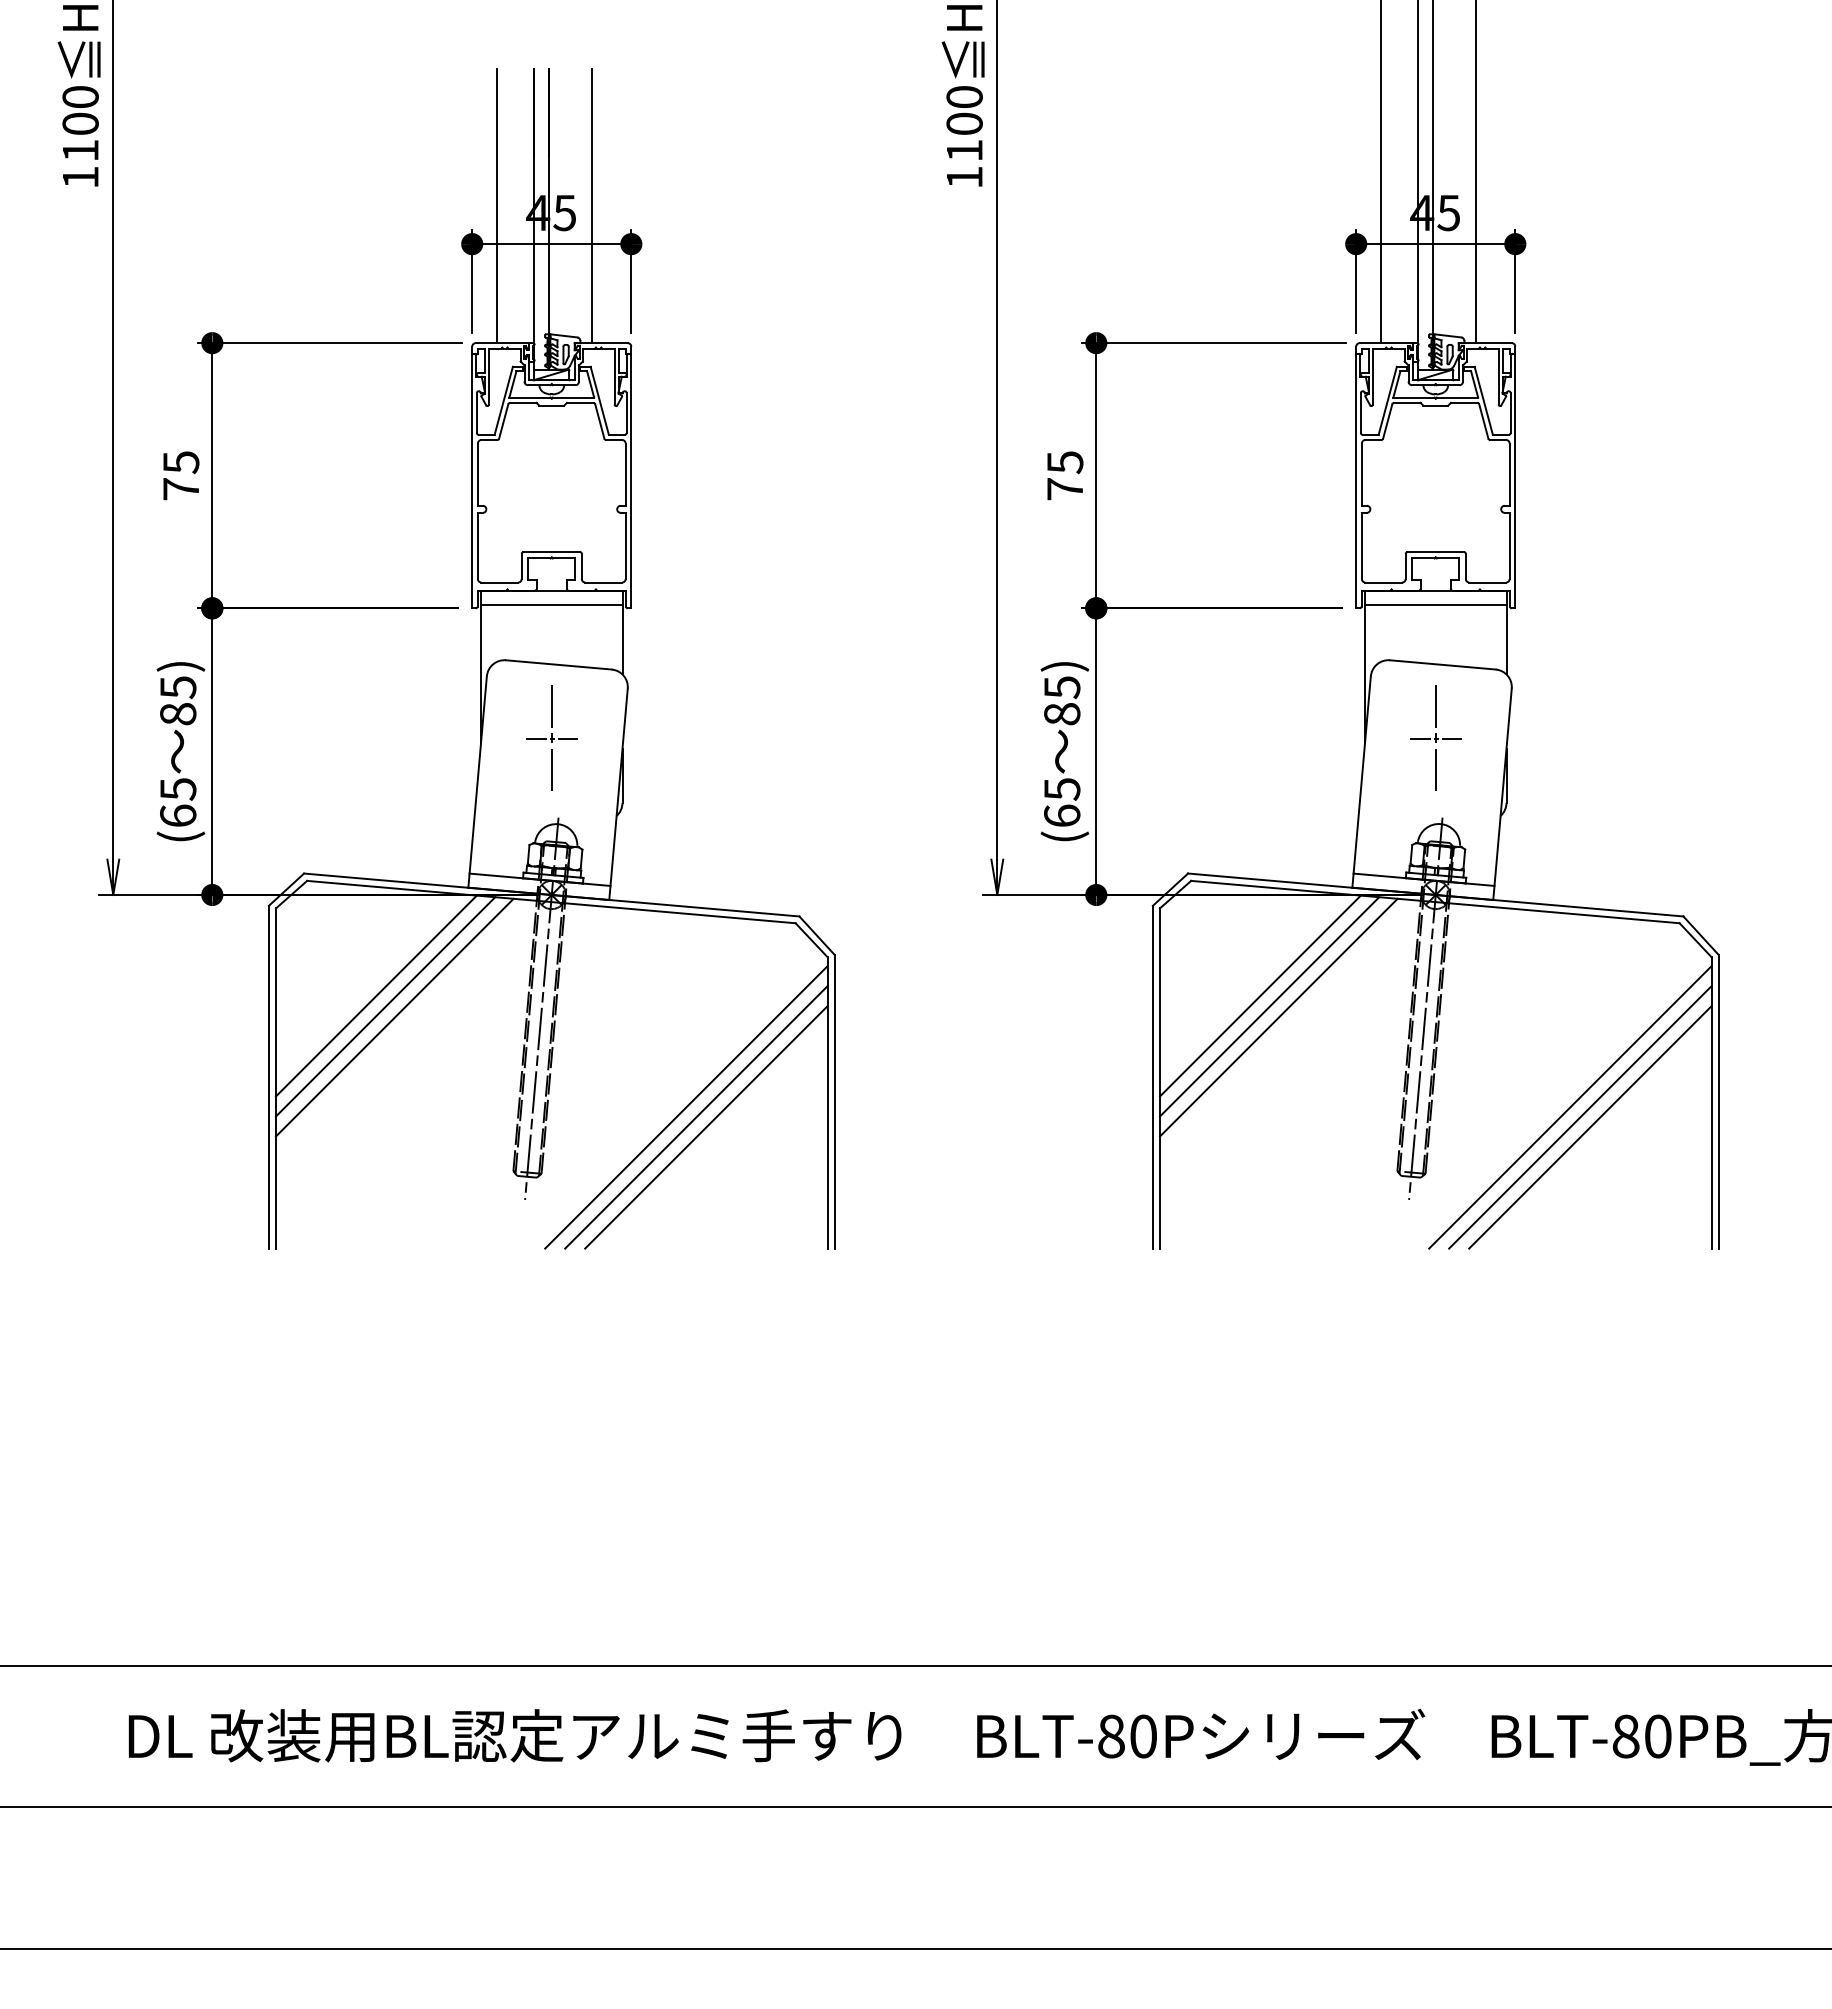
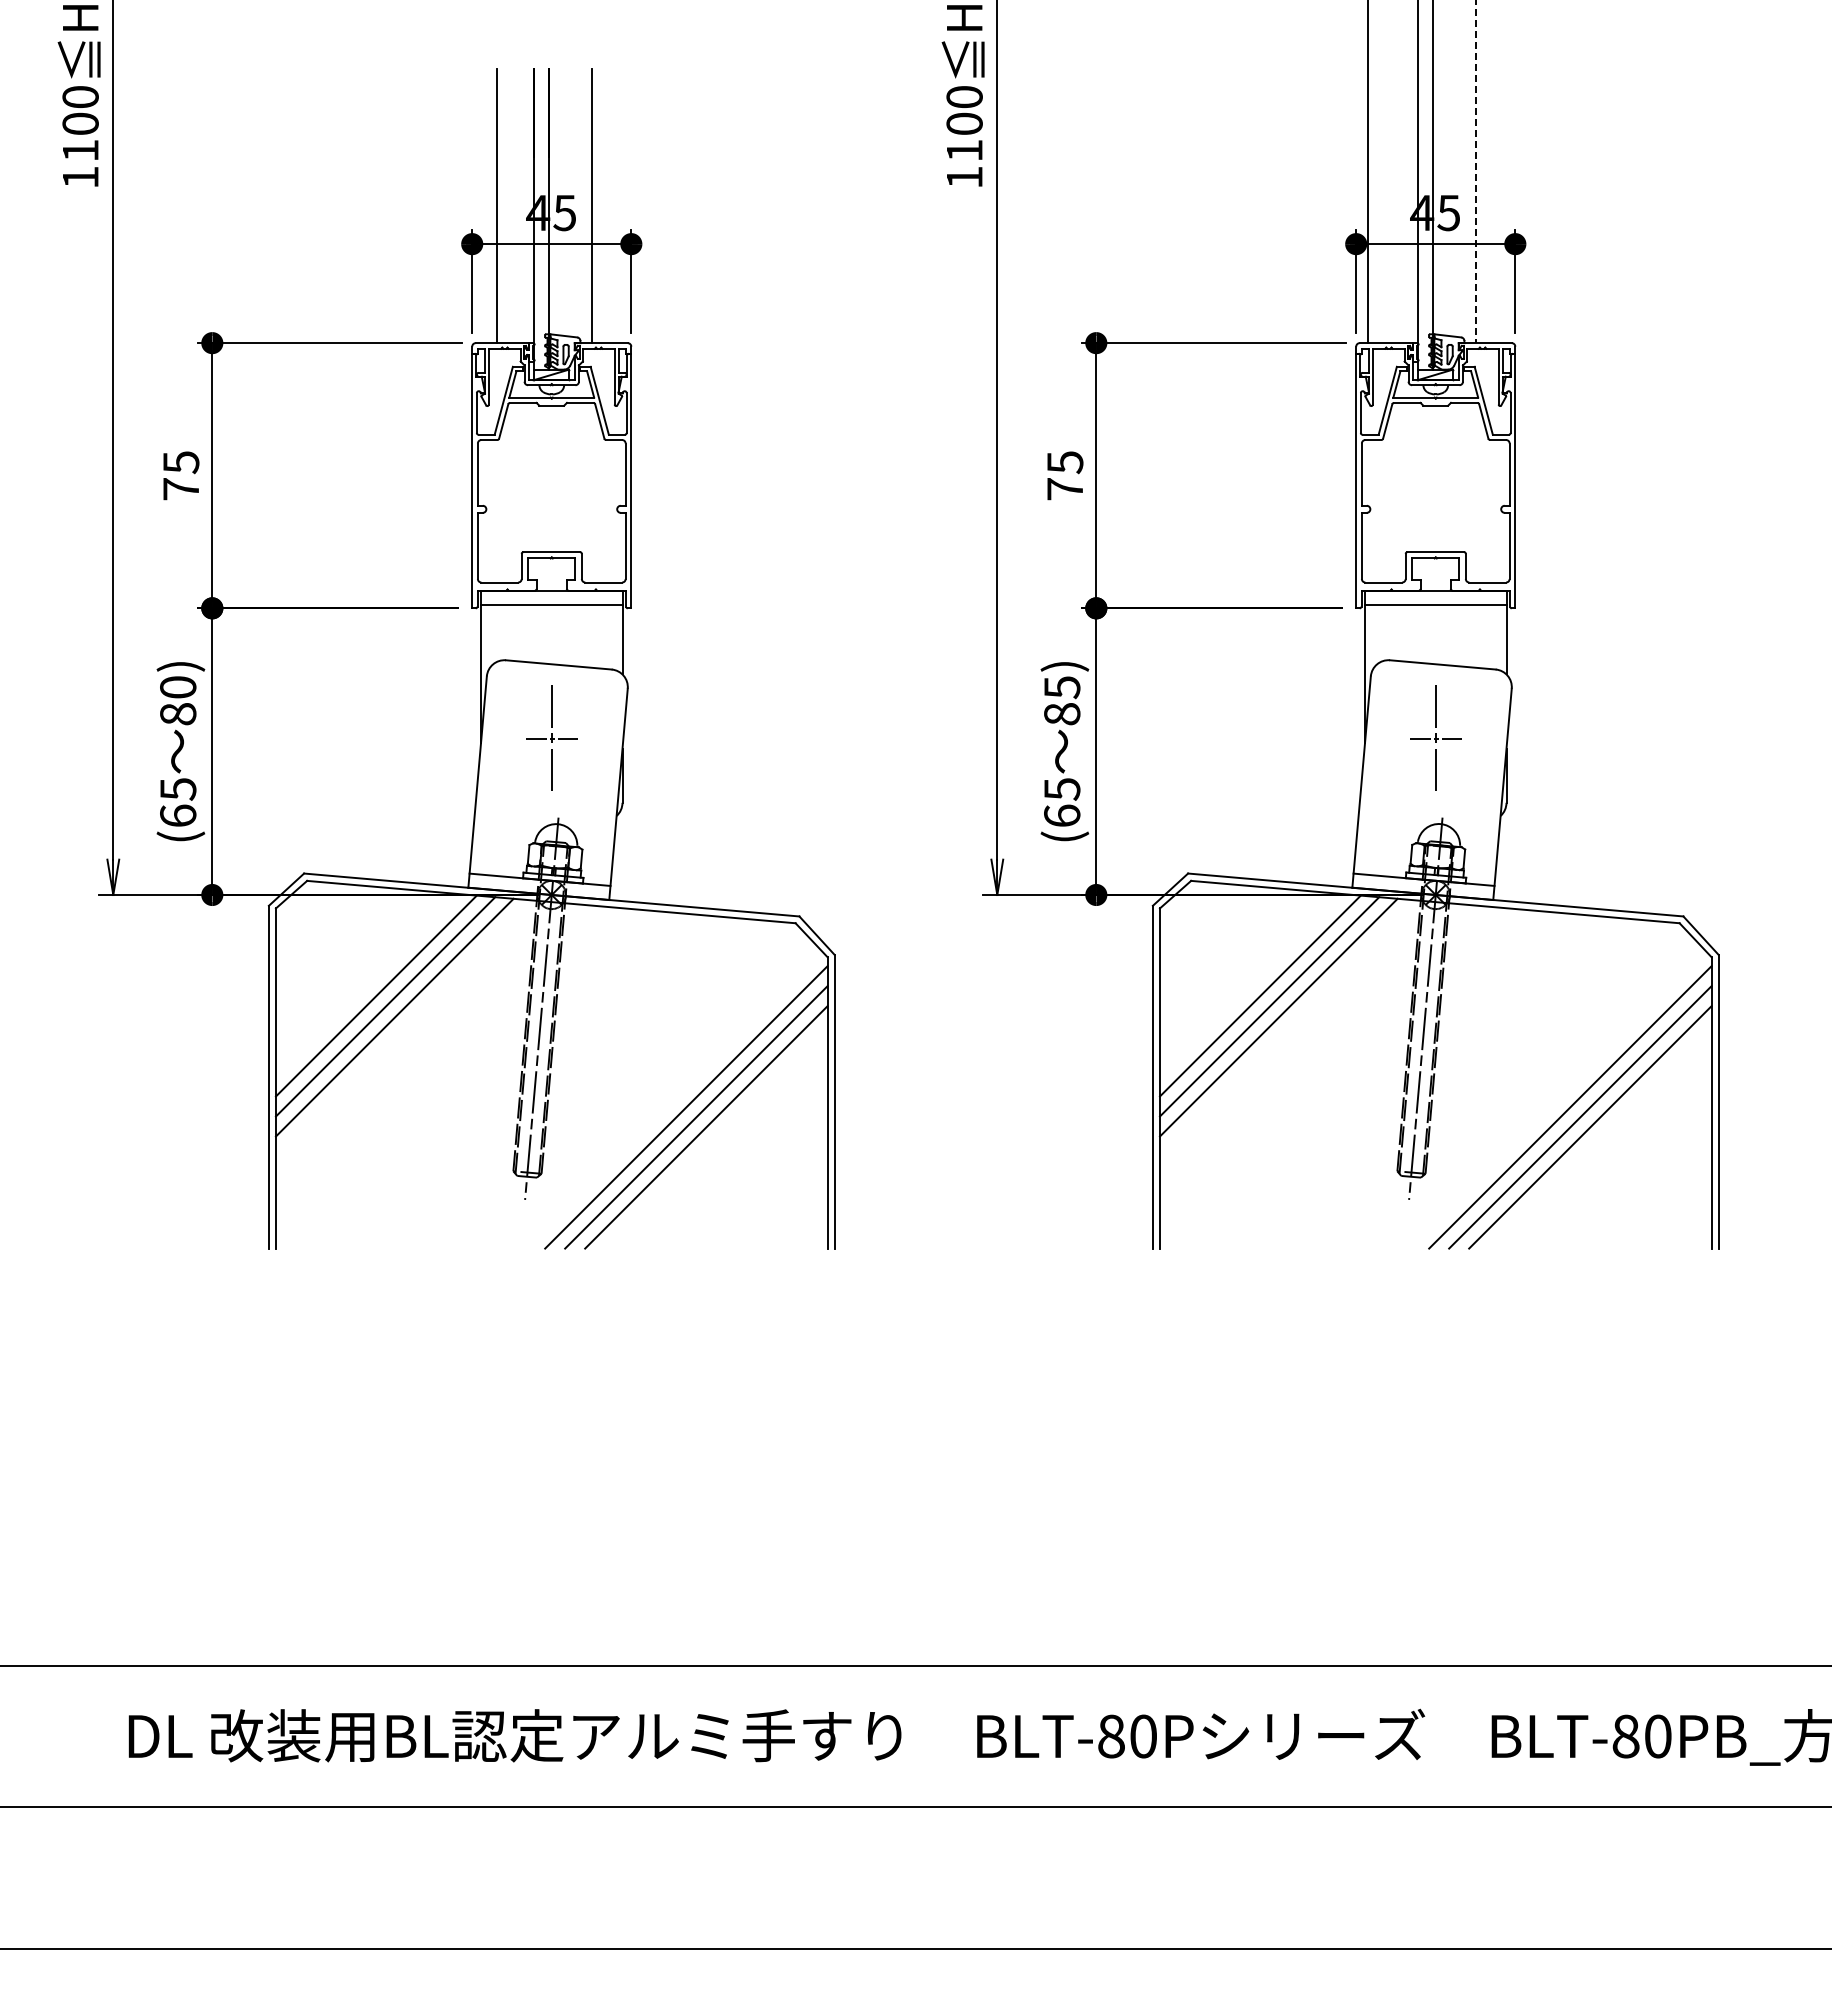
line at (1380, 172) position: (1380, 172) -> (1367, 172)
line at (1476, 172): solid -> dashed
text at (178, 687): 85) -> 80)
